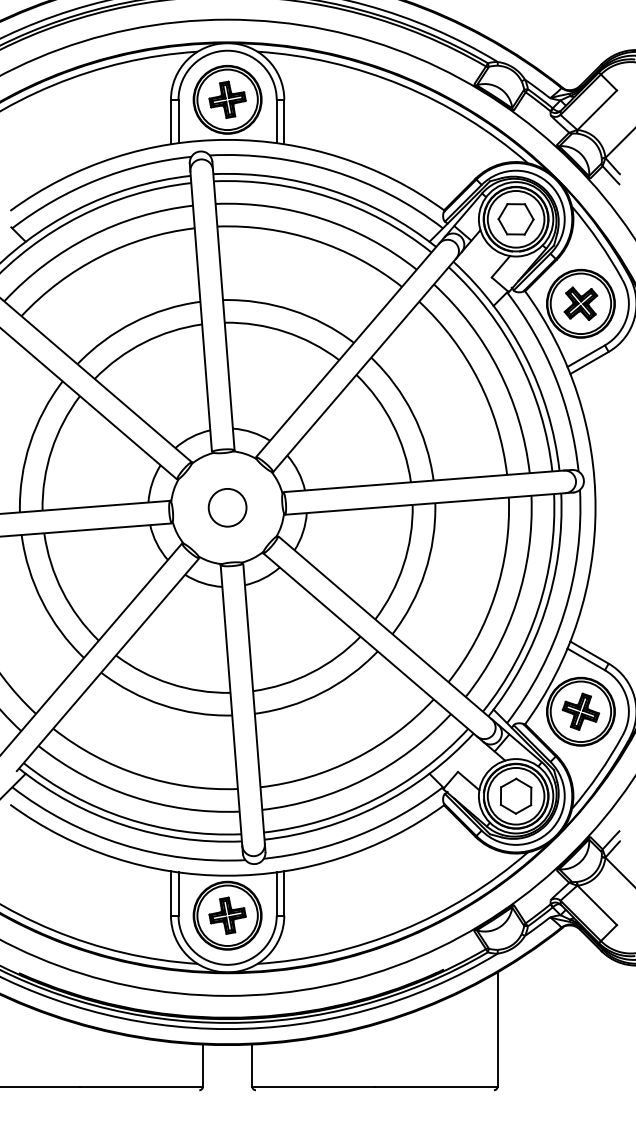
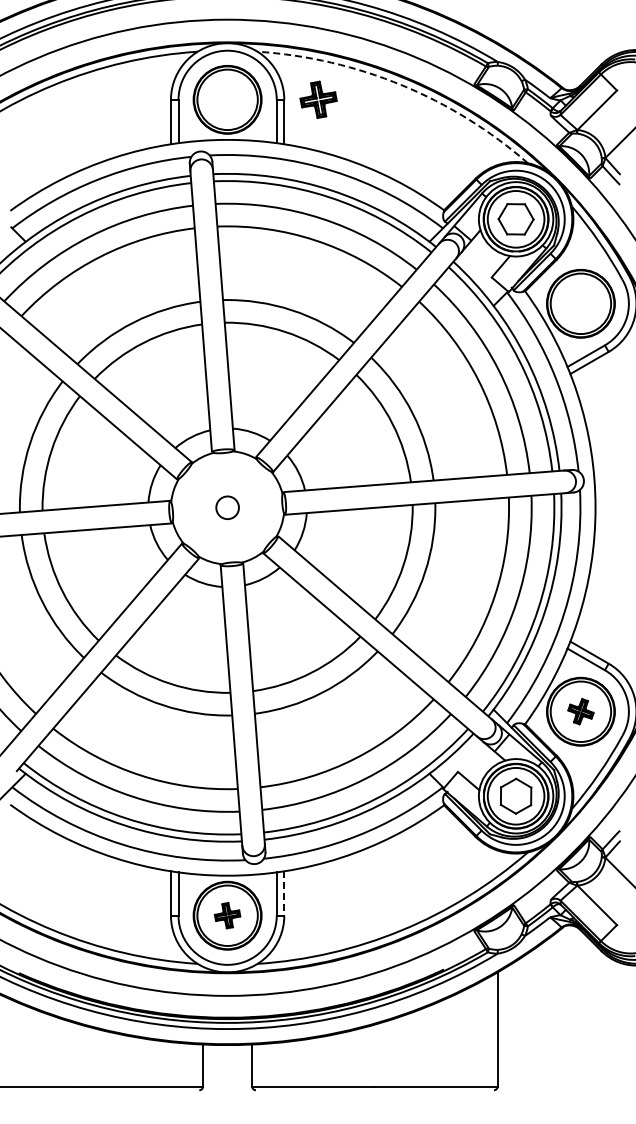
arc at (401, 85): solid -> dashed
part at (227, 99) position: (227, 99) -> (318, 99)
part at (580, 303): present -> none
circle at (227, 507) diameter: 38 px -> 23 px
part at (580, 711) size: 40x39 px -> 28x28 px
line at (284, 894): solid -> dashed
part at (227, 915) size: 39x39 px -> 29x29 px
